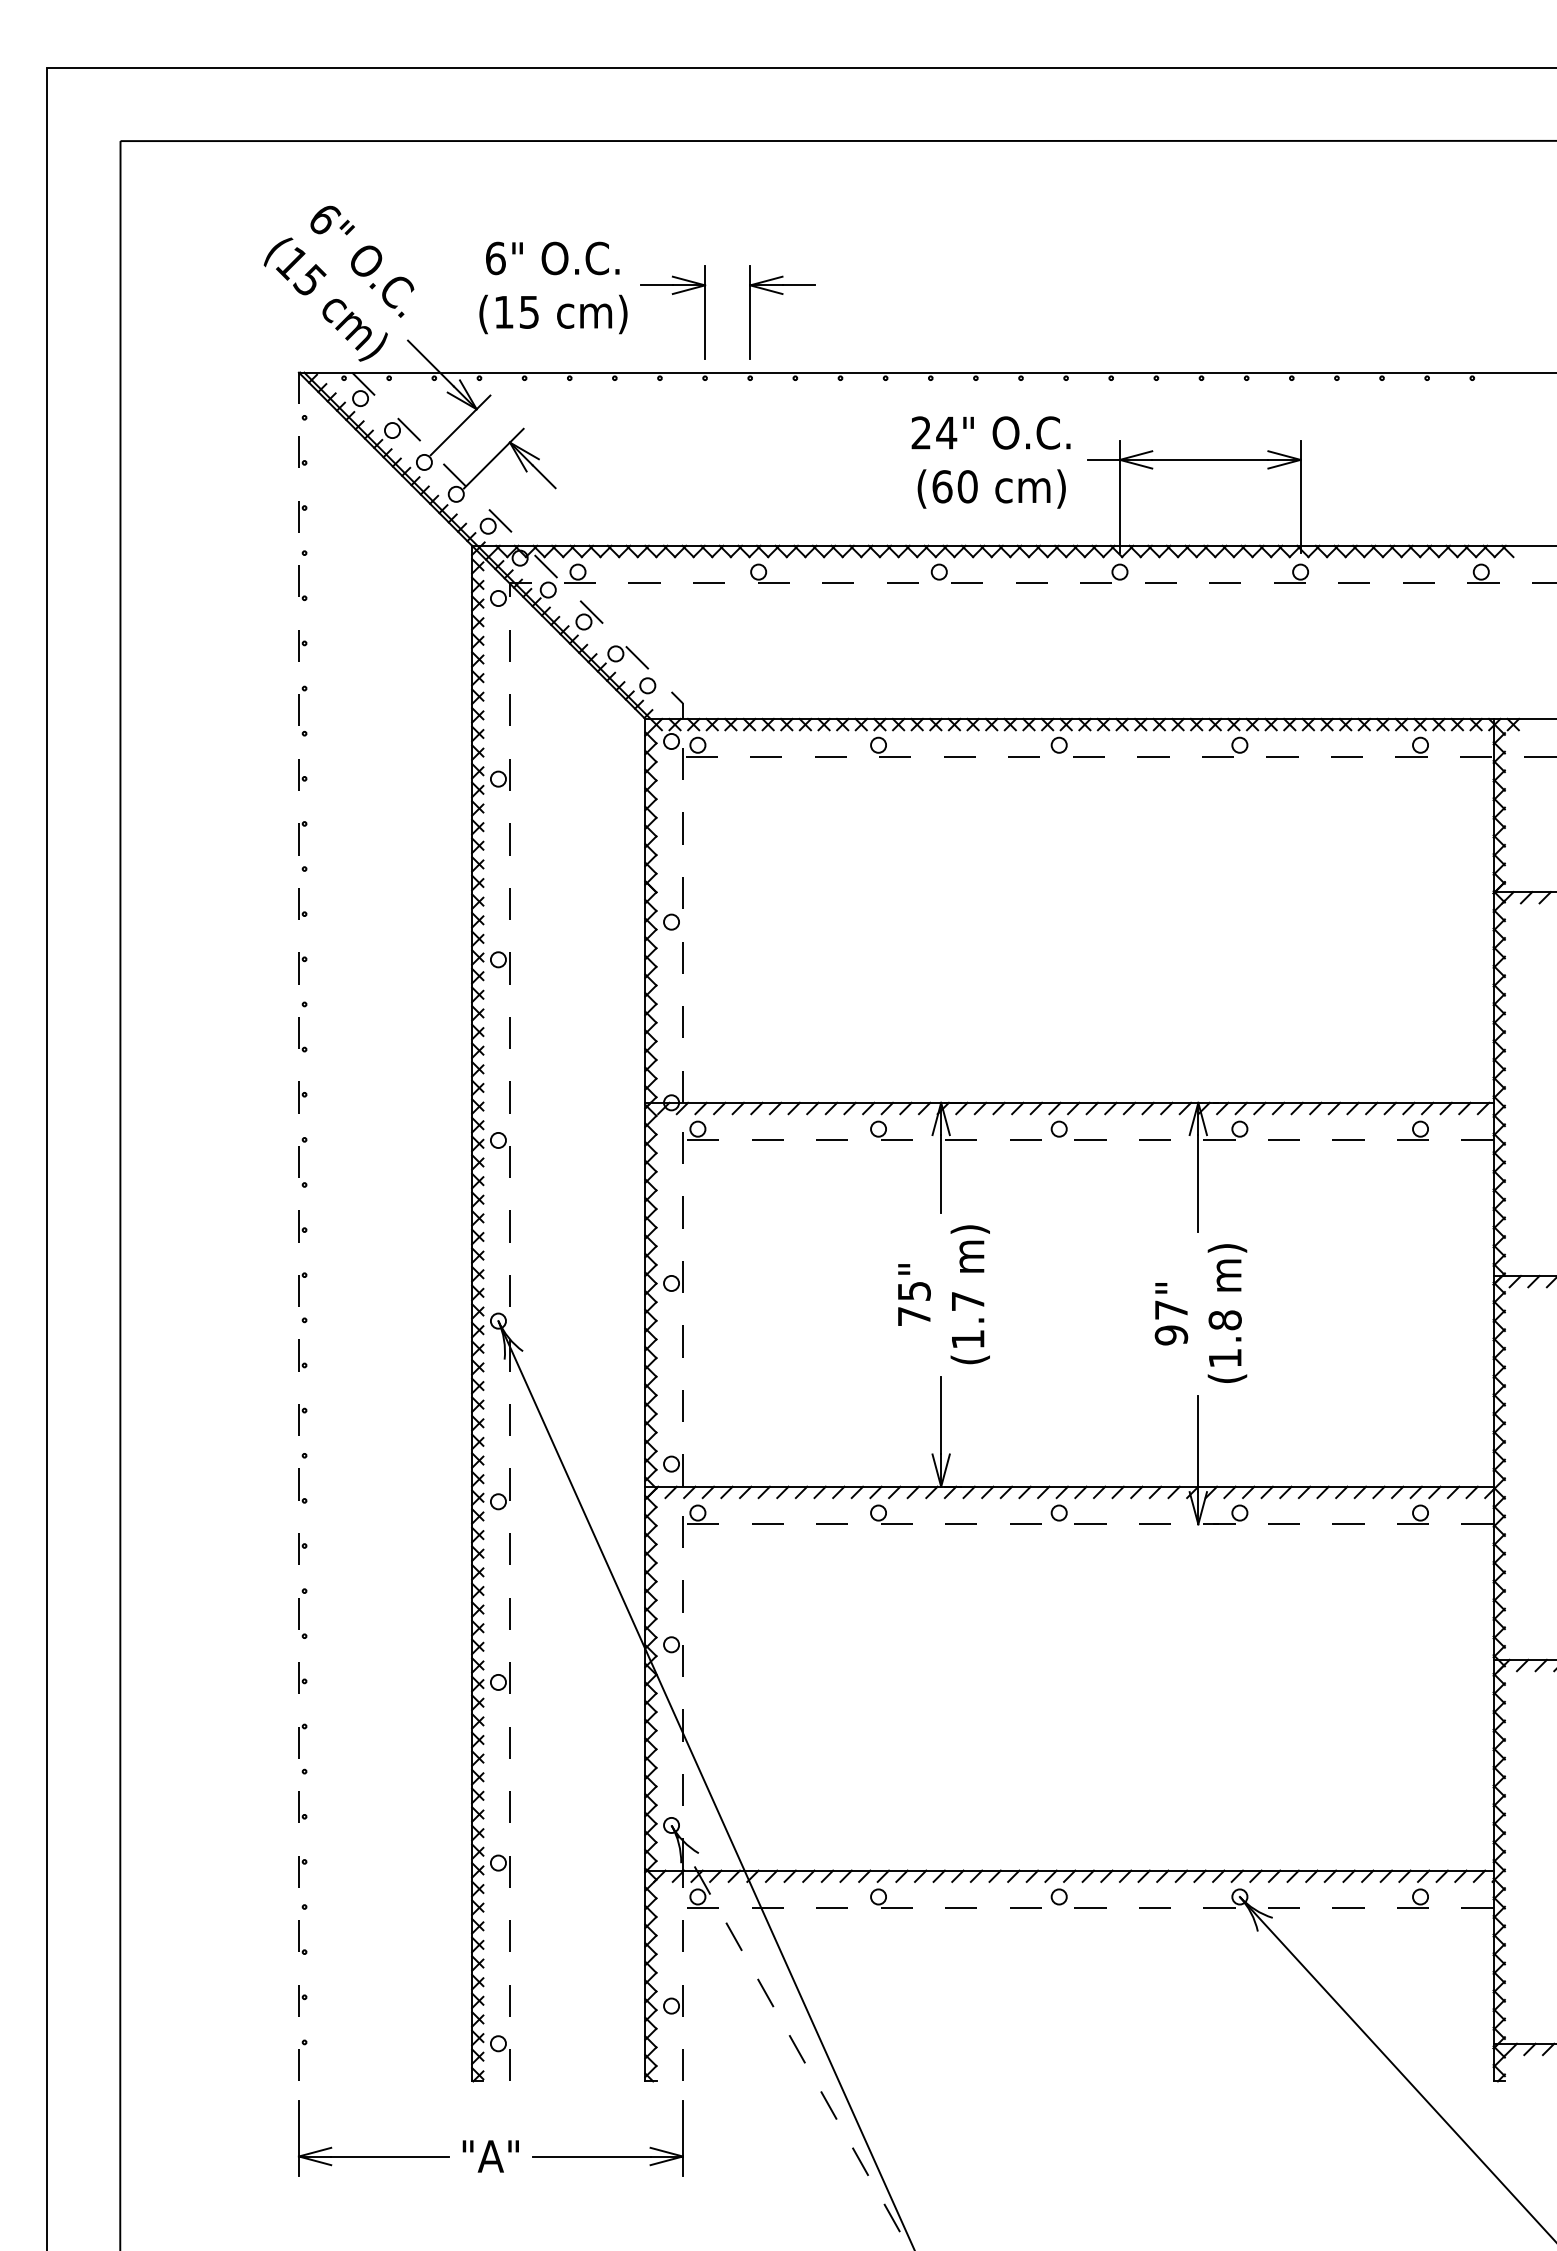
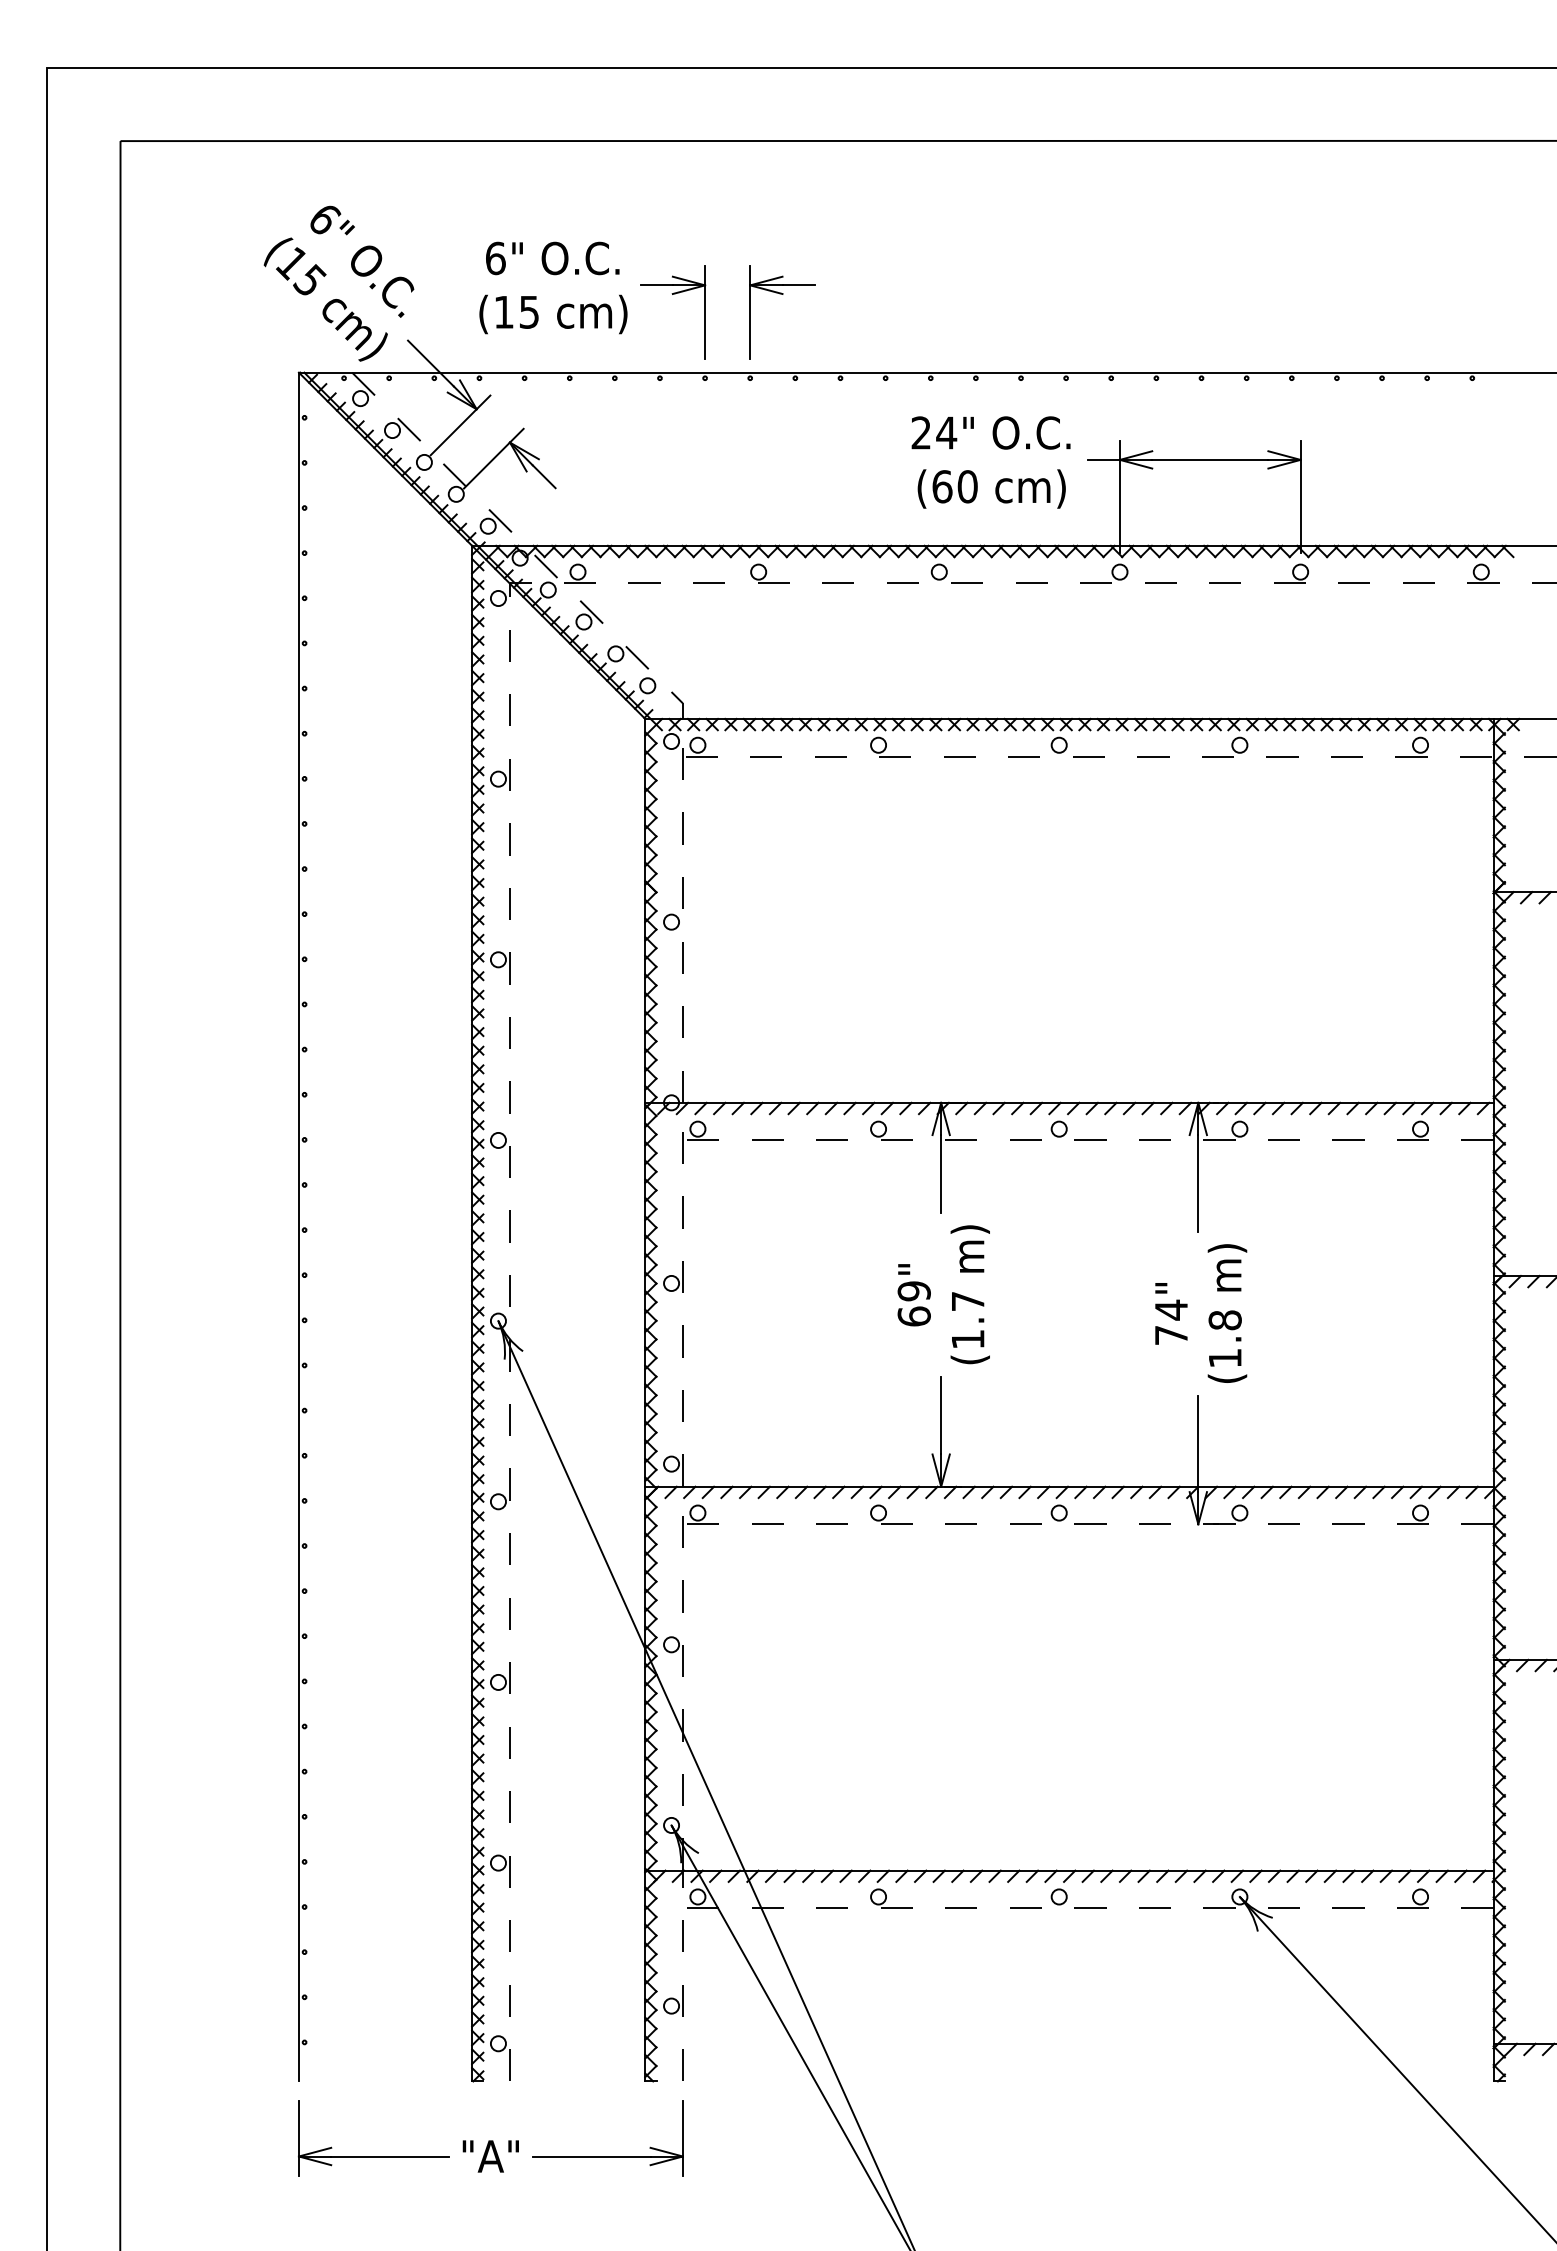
line at (298, 1226): dashed -> solid
text at (913, 1303): 75" -> 69"
text at (1171, 1322): 97" -> 74"
line at (791, 2038): dashed -> solid
